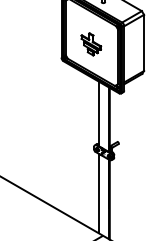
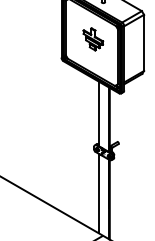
part at (91, 44) position: (91, 44) -> (93, 39)
